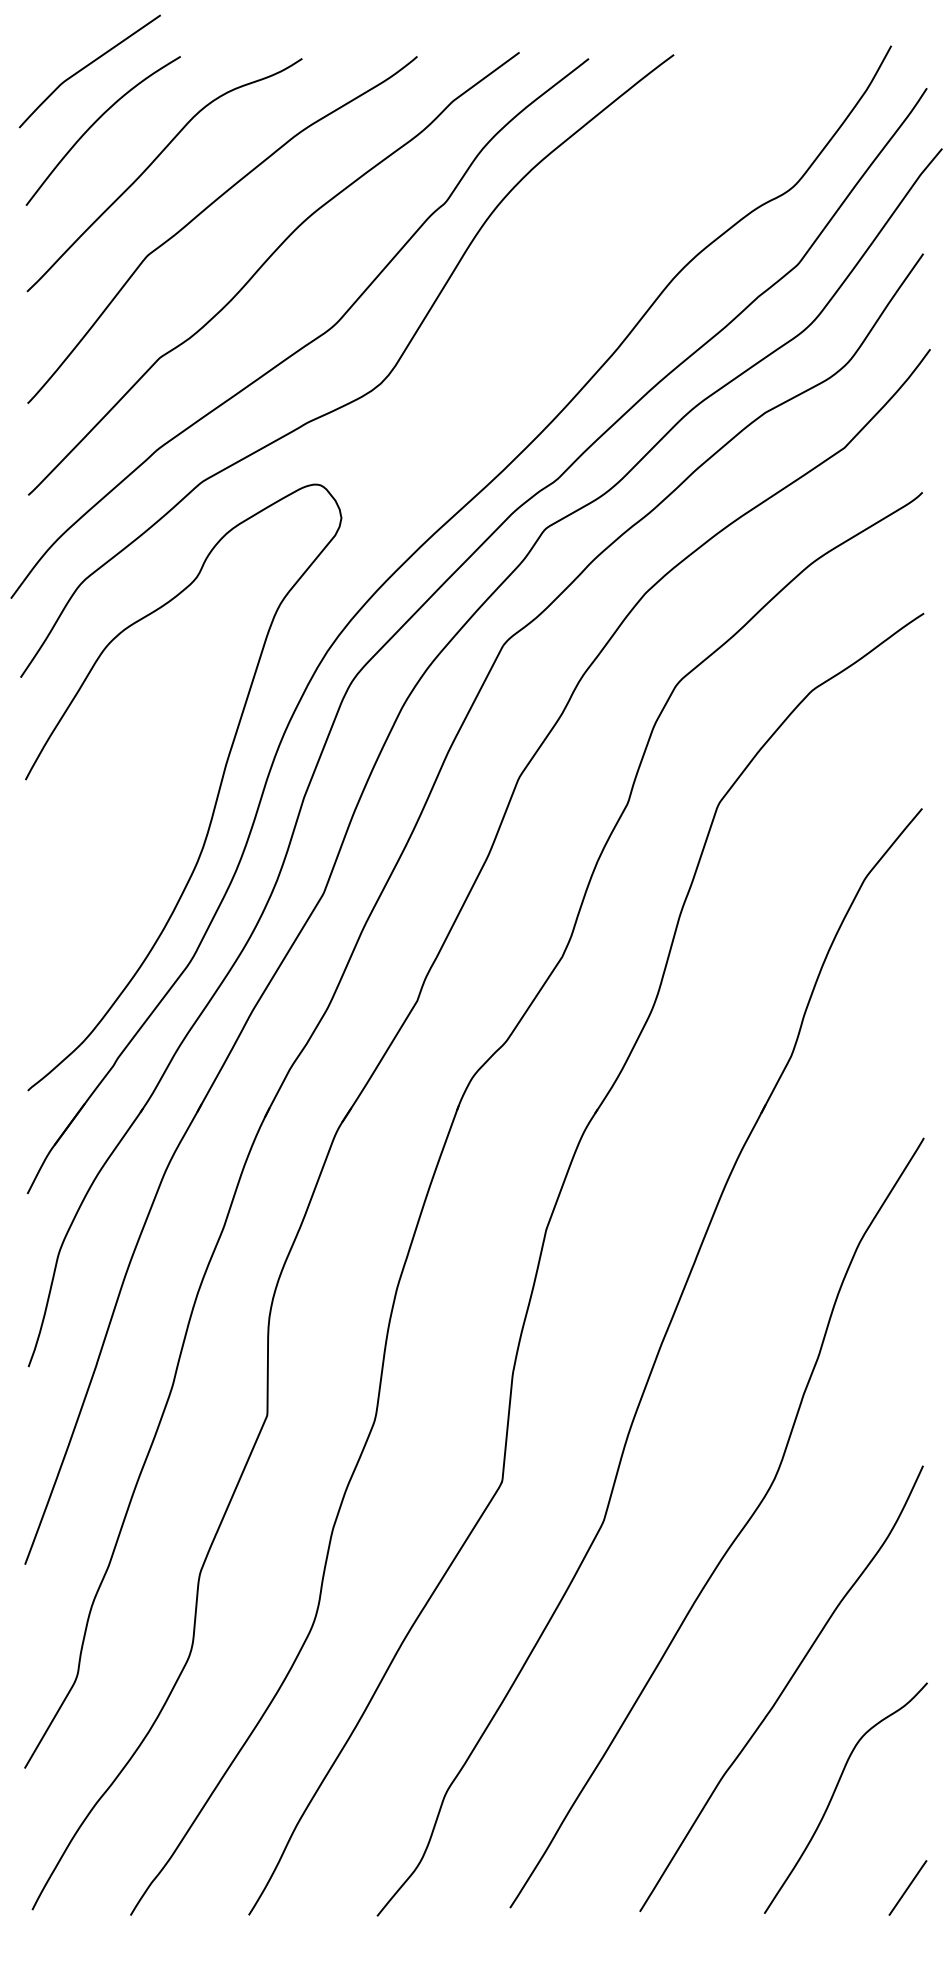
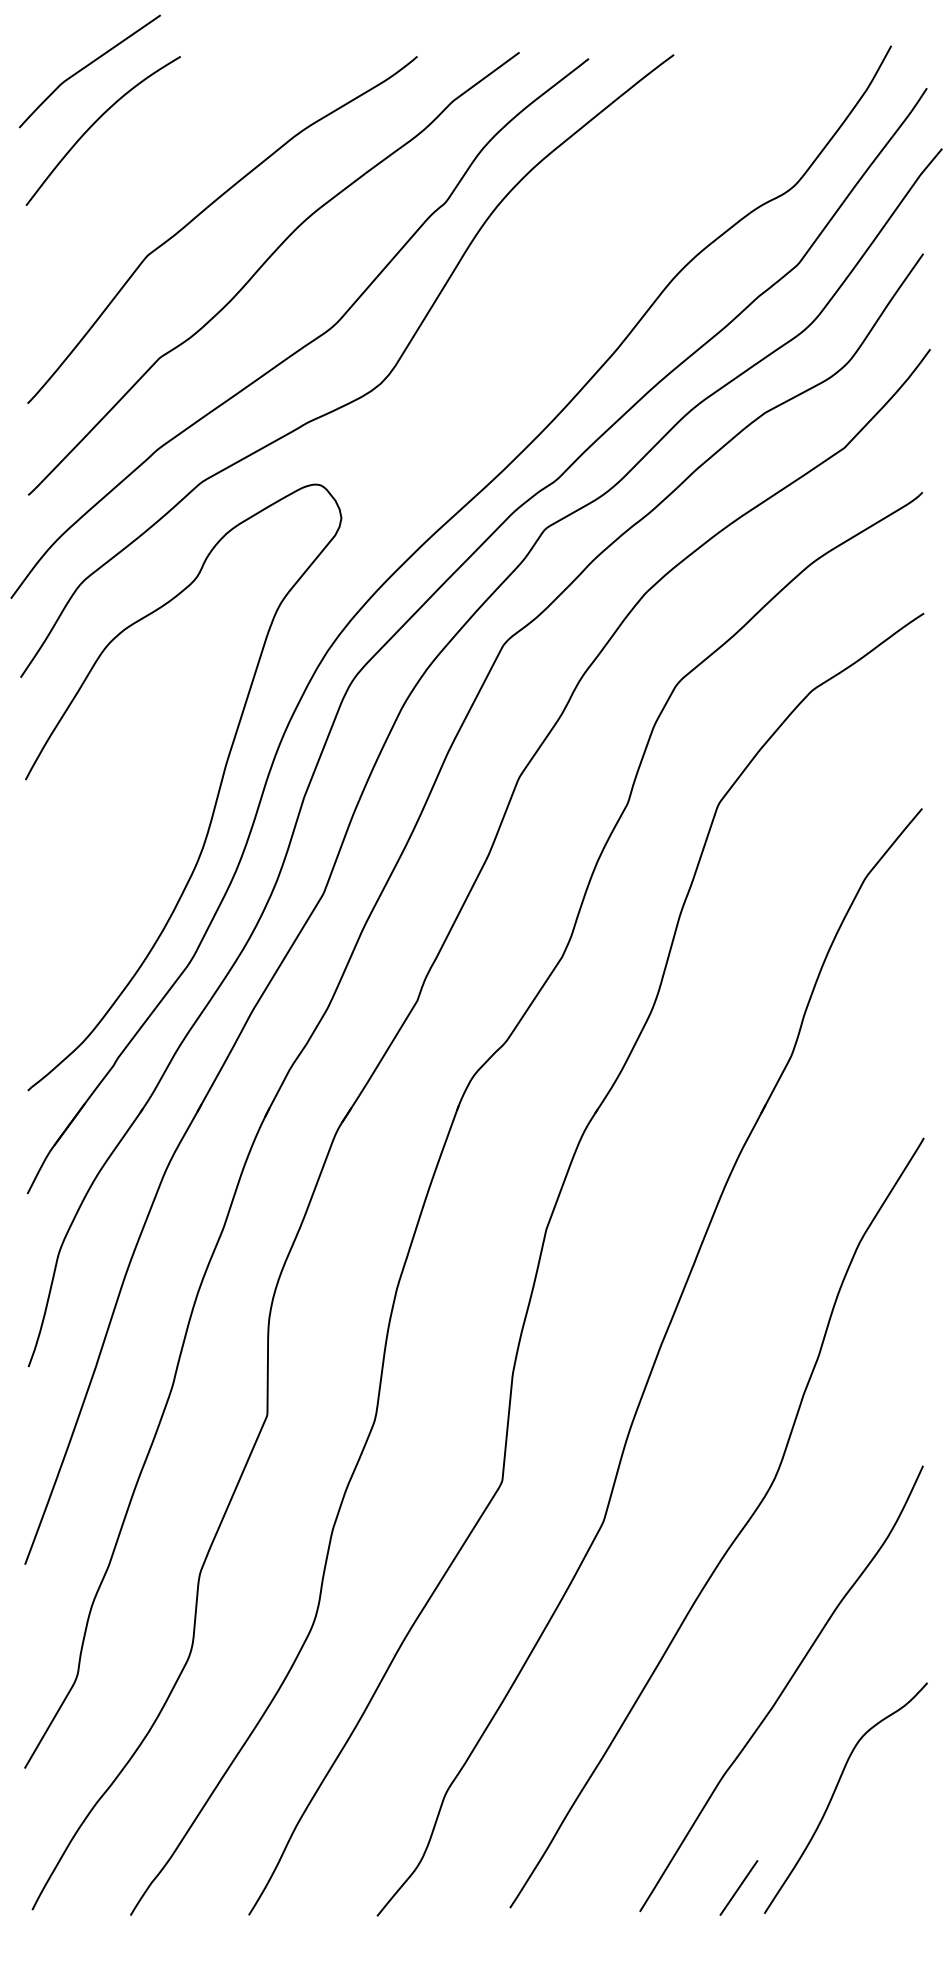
curve at (152, 164): present -> none
line at (907, 1887) position: (907, 1887) -> (738, 1887)
